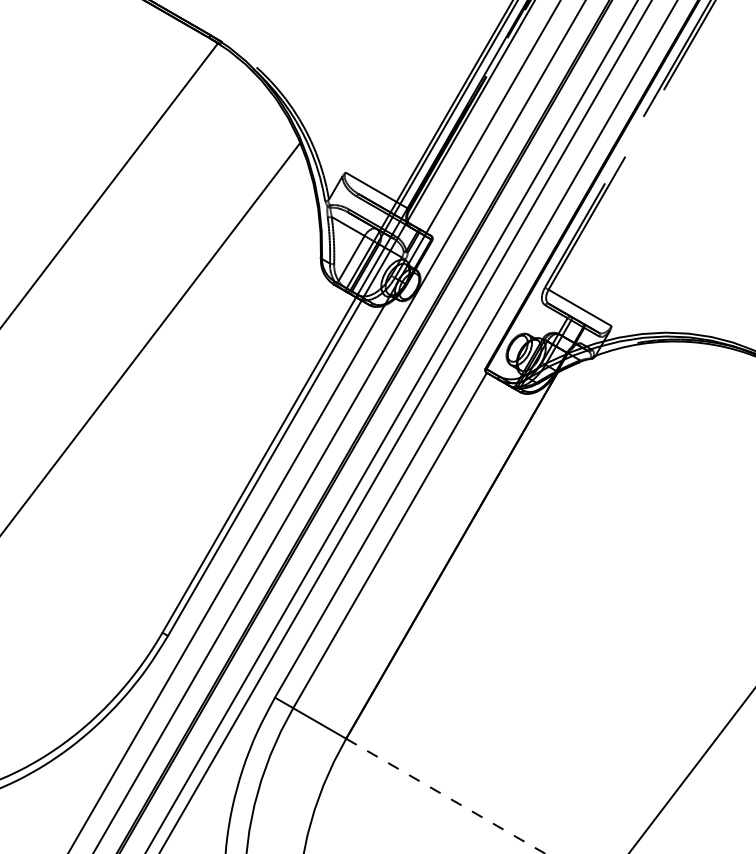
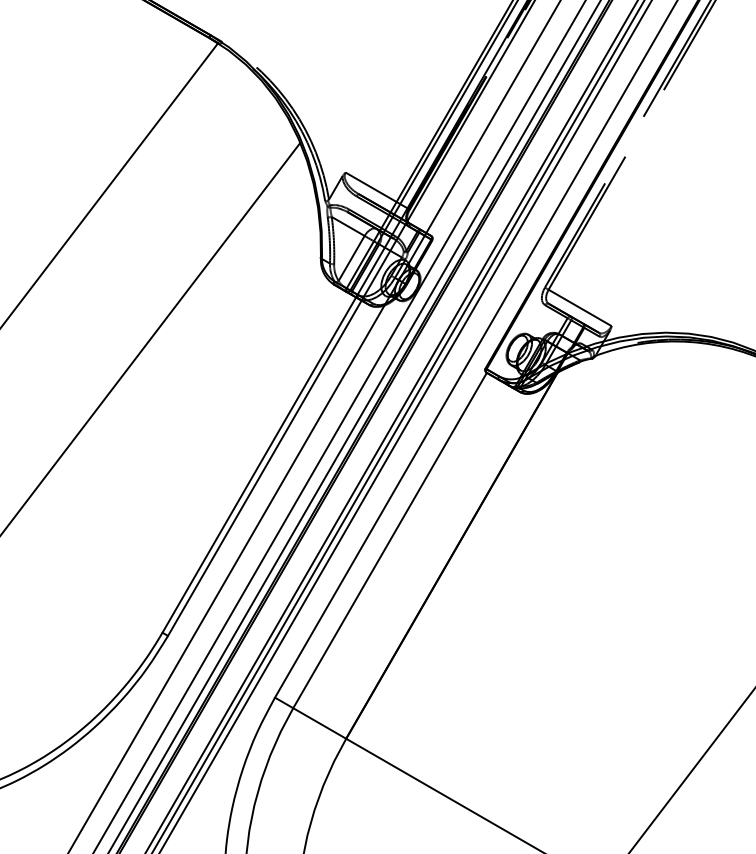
line at (354, 426): none -> present
line at (398, 426): none -> present
line at (445, 796): dashed -> solid
